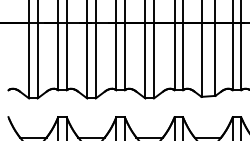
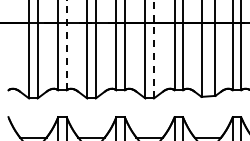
line at (66, 45): solid -> dashed
line at (153, 49): solid -> dashed
